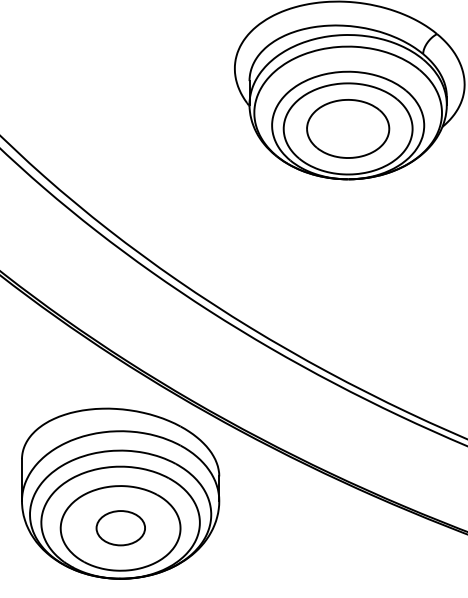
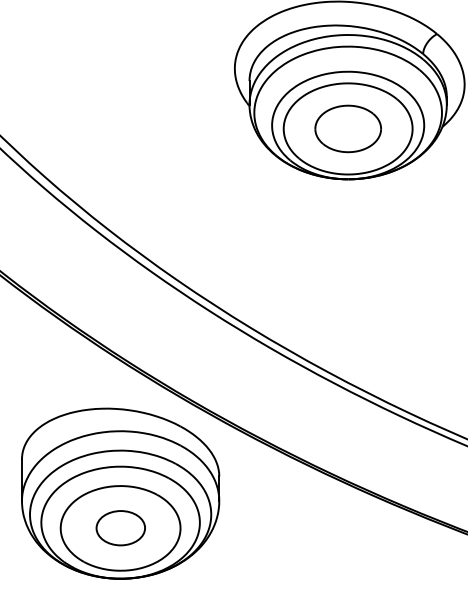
part at (348, 128) size: 85x60 px -> 68x50 px
